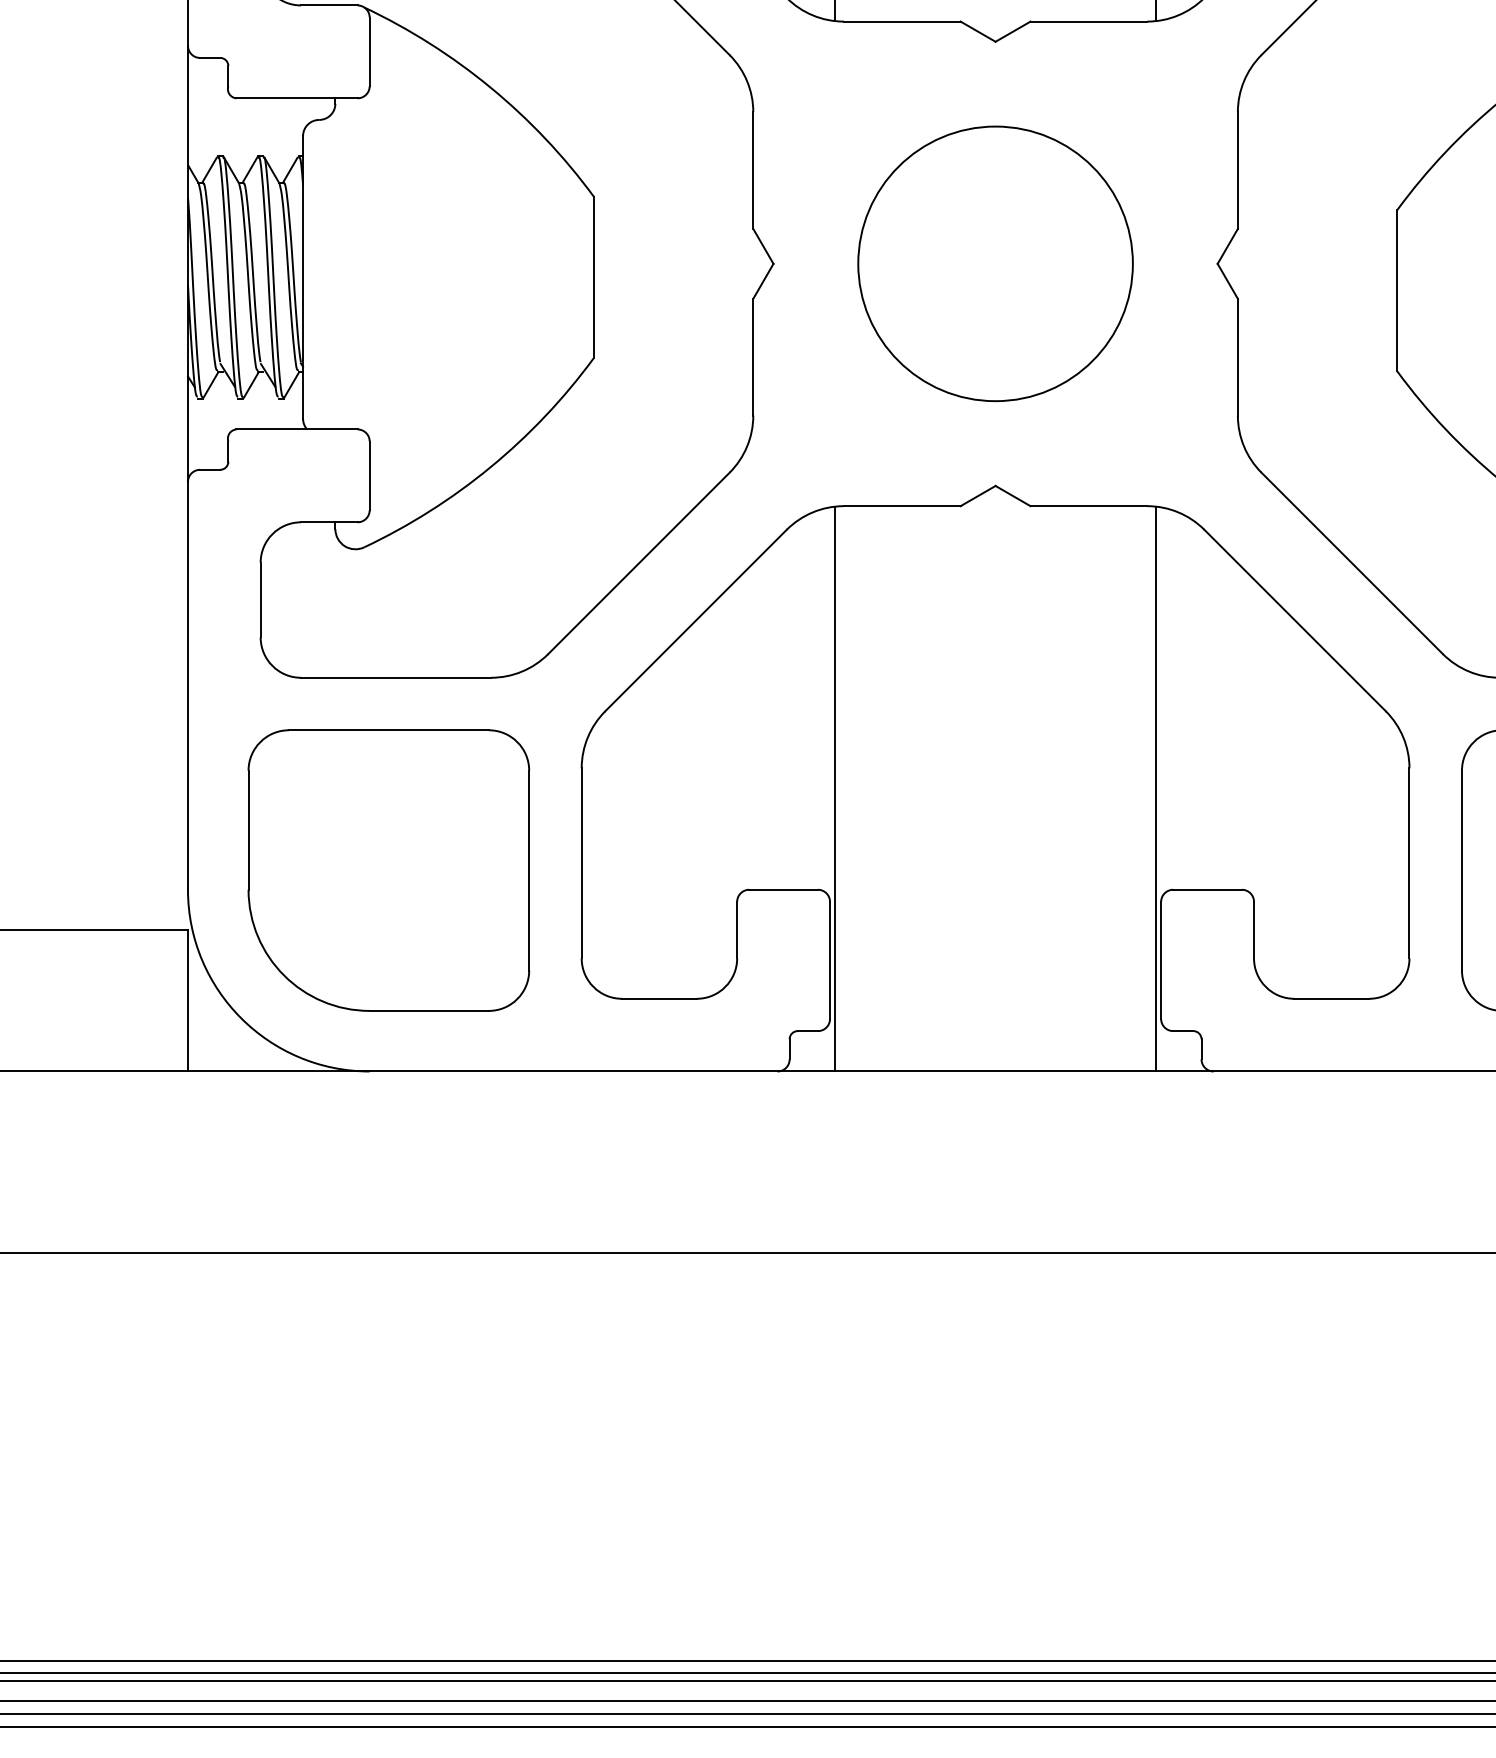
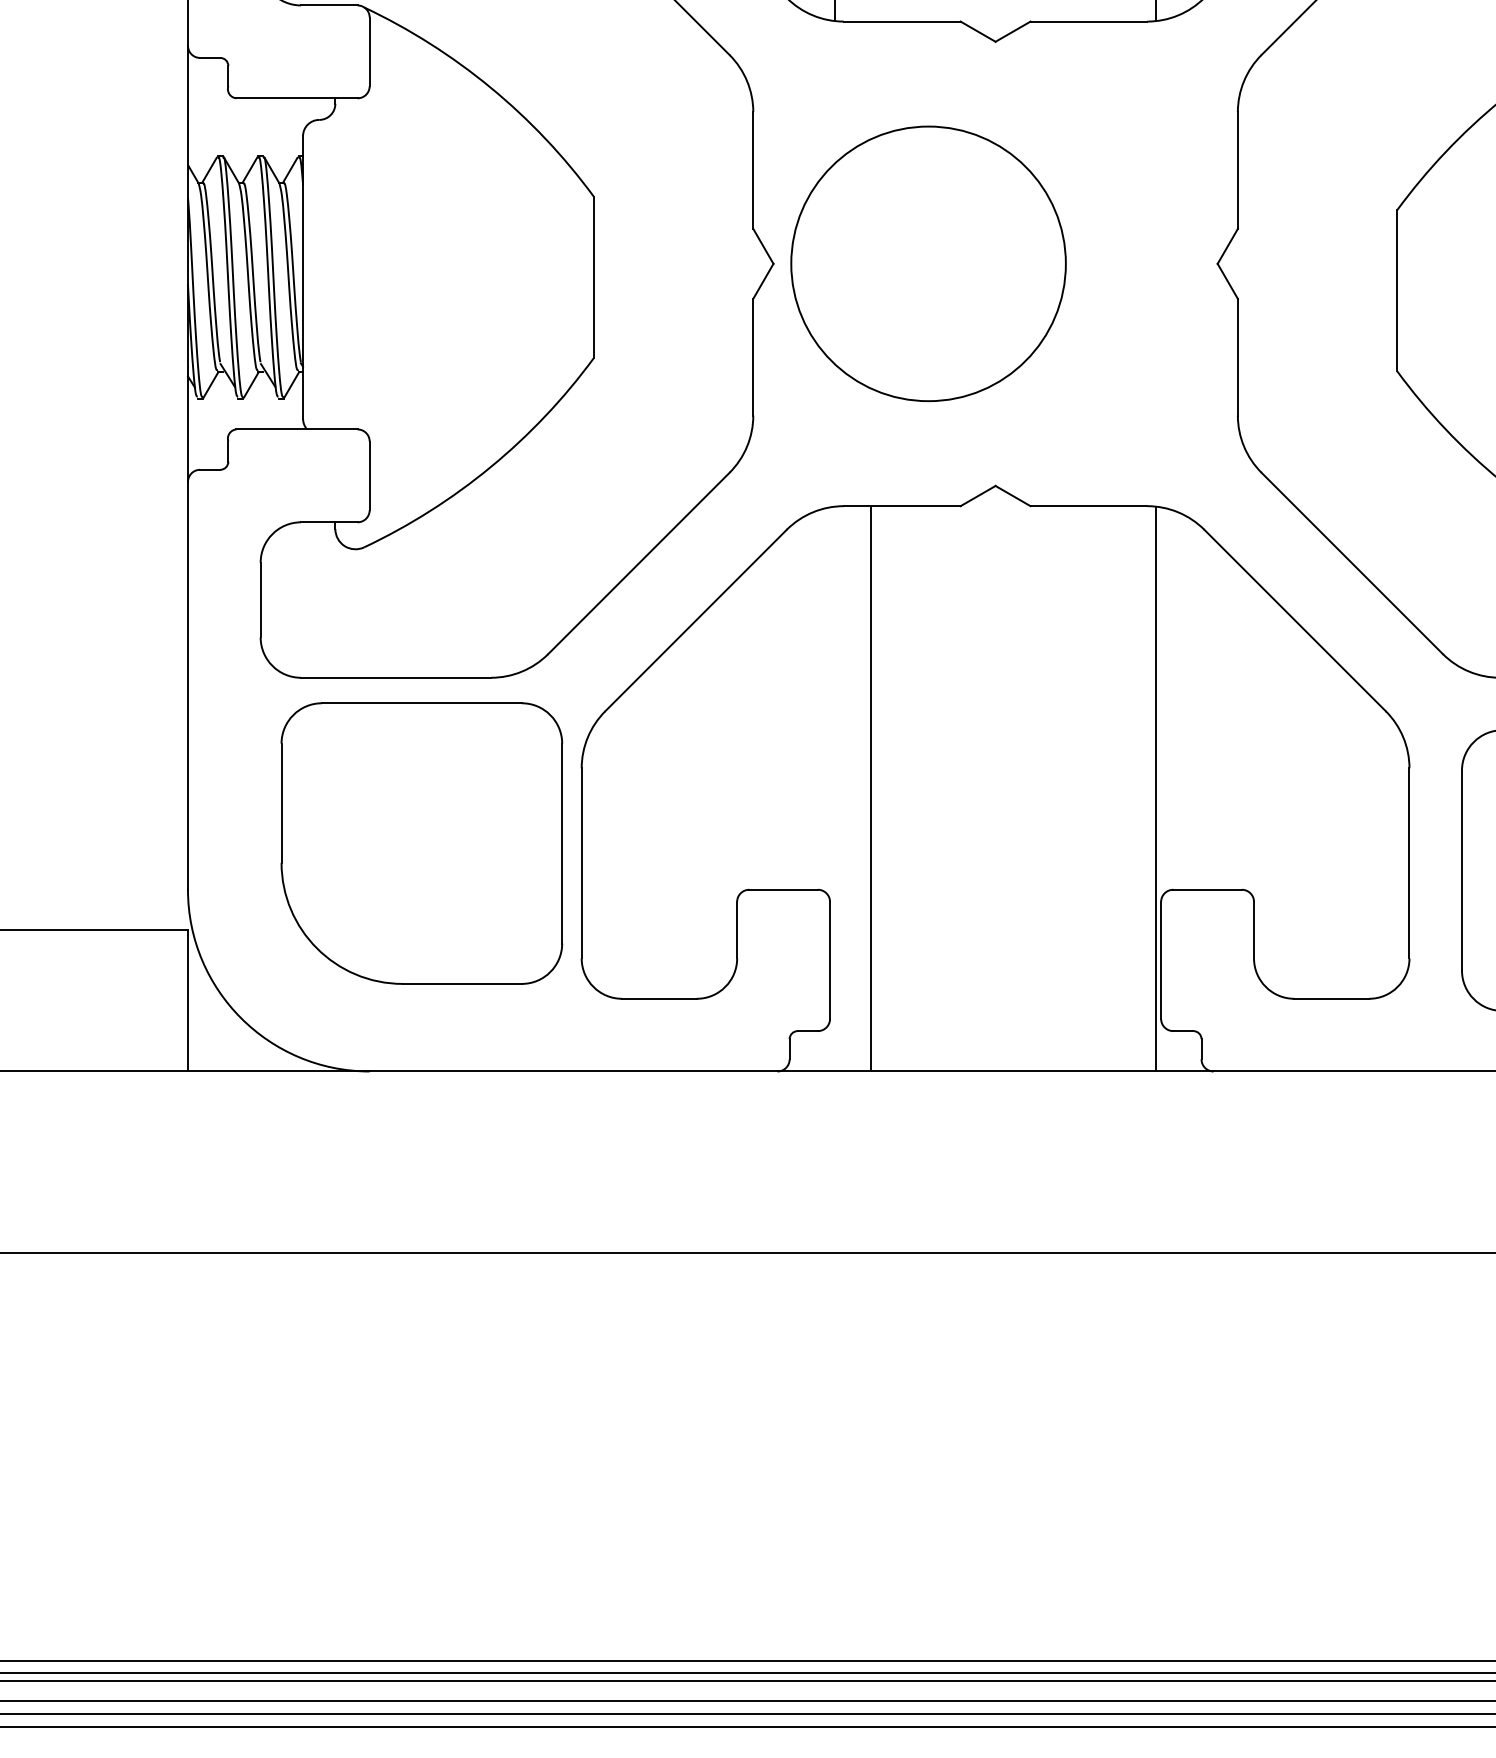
circle at (995, 263) position: (995, 263) -> (928, 263)
line at (835, 788) position: (835, 788) -> (871, 788)
part at (388, 870) position: (388, 870) -> (421, 843)
